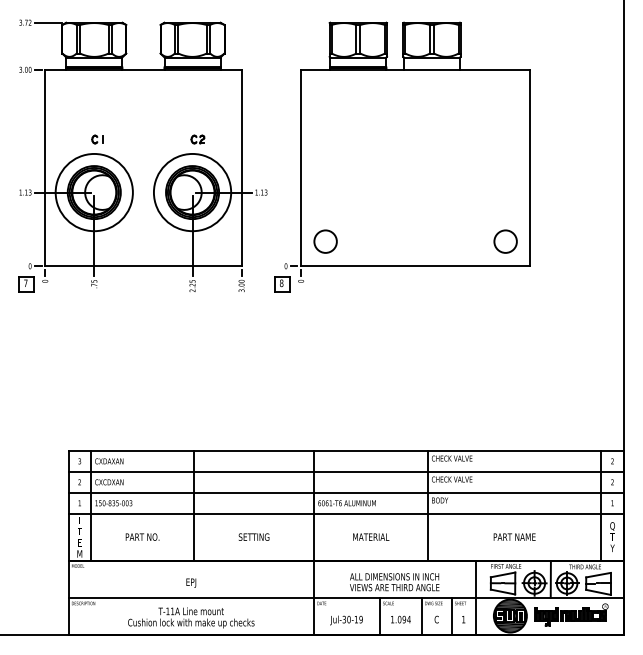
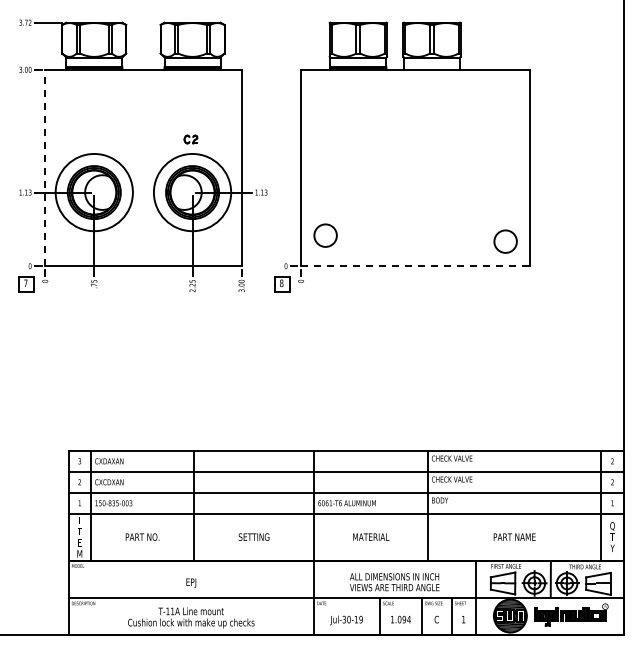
part at (97, 139): present -> none
part at (197, 139) position: (197, 139) -> (190, 139)
line at (45, 167): solid -> dashed
circle at (325, 241) position: (325, 241) -> (325, 235)
line at (415, 266): solid -> dashed
